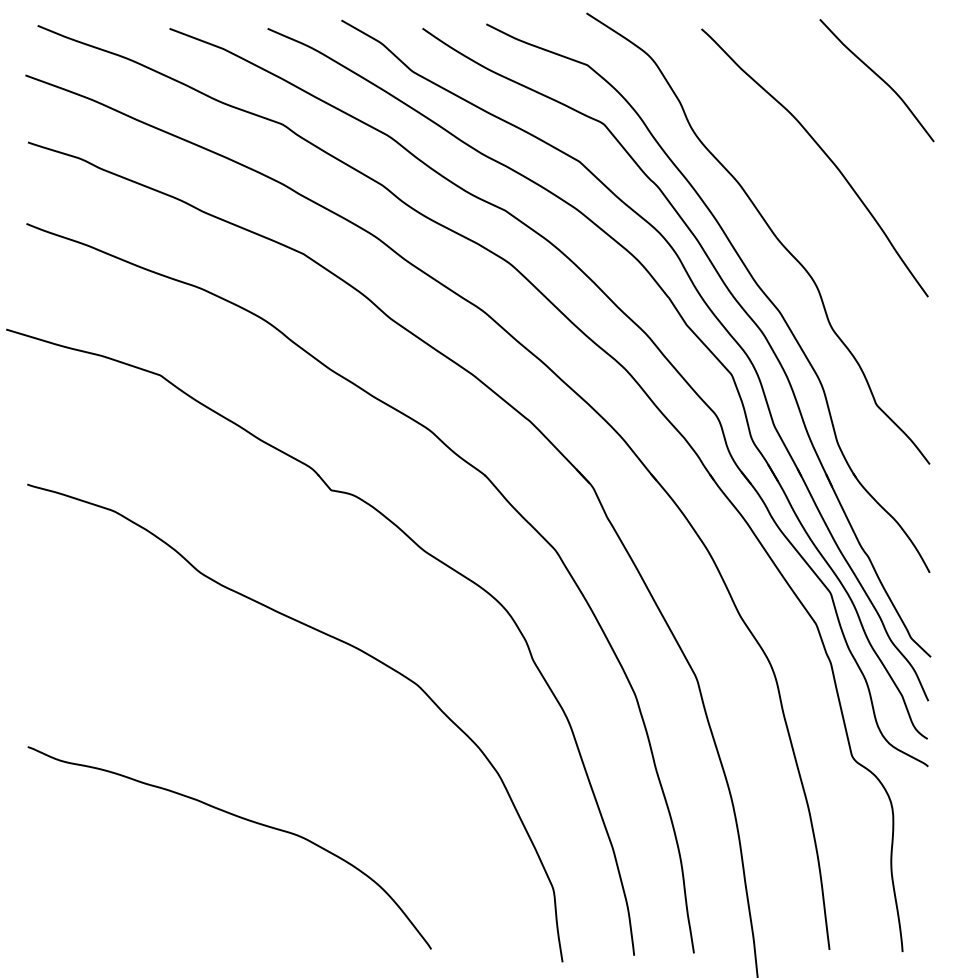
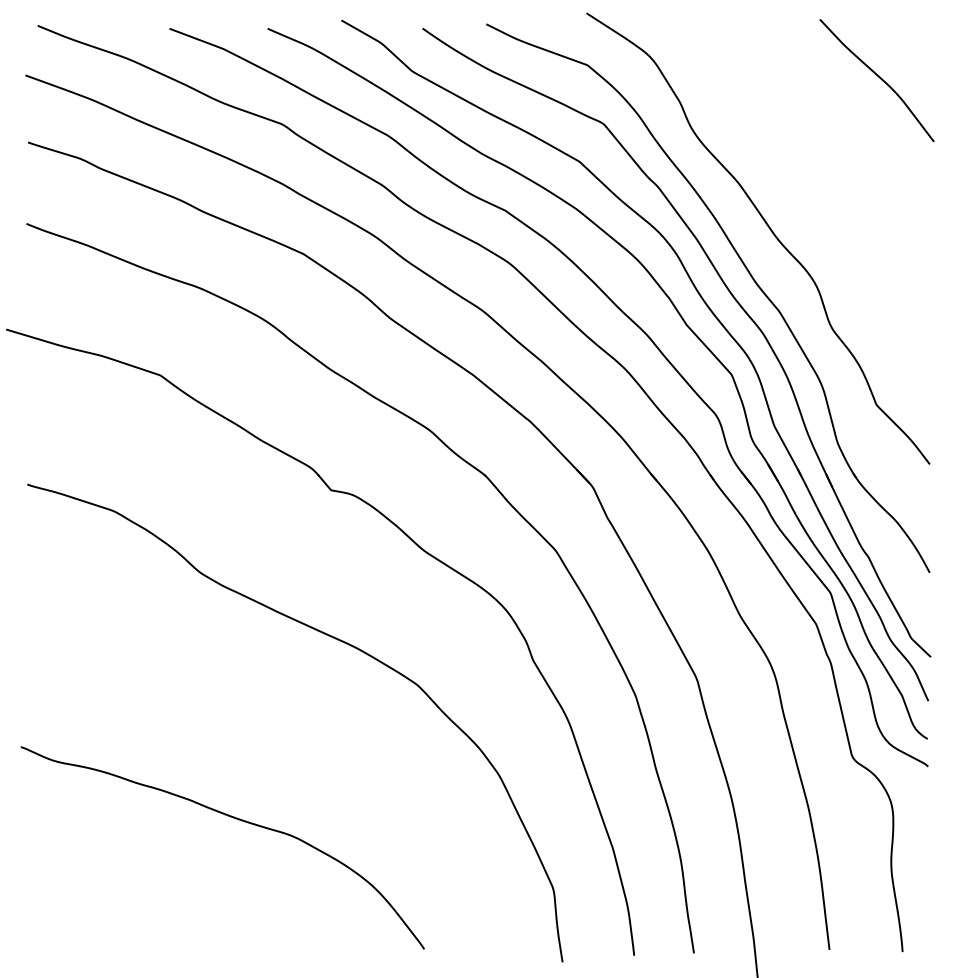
curve at (824, 154): present -> none
curve at (240, 818) position: (240, 818) -> (233, 818)
